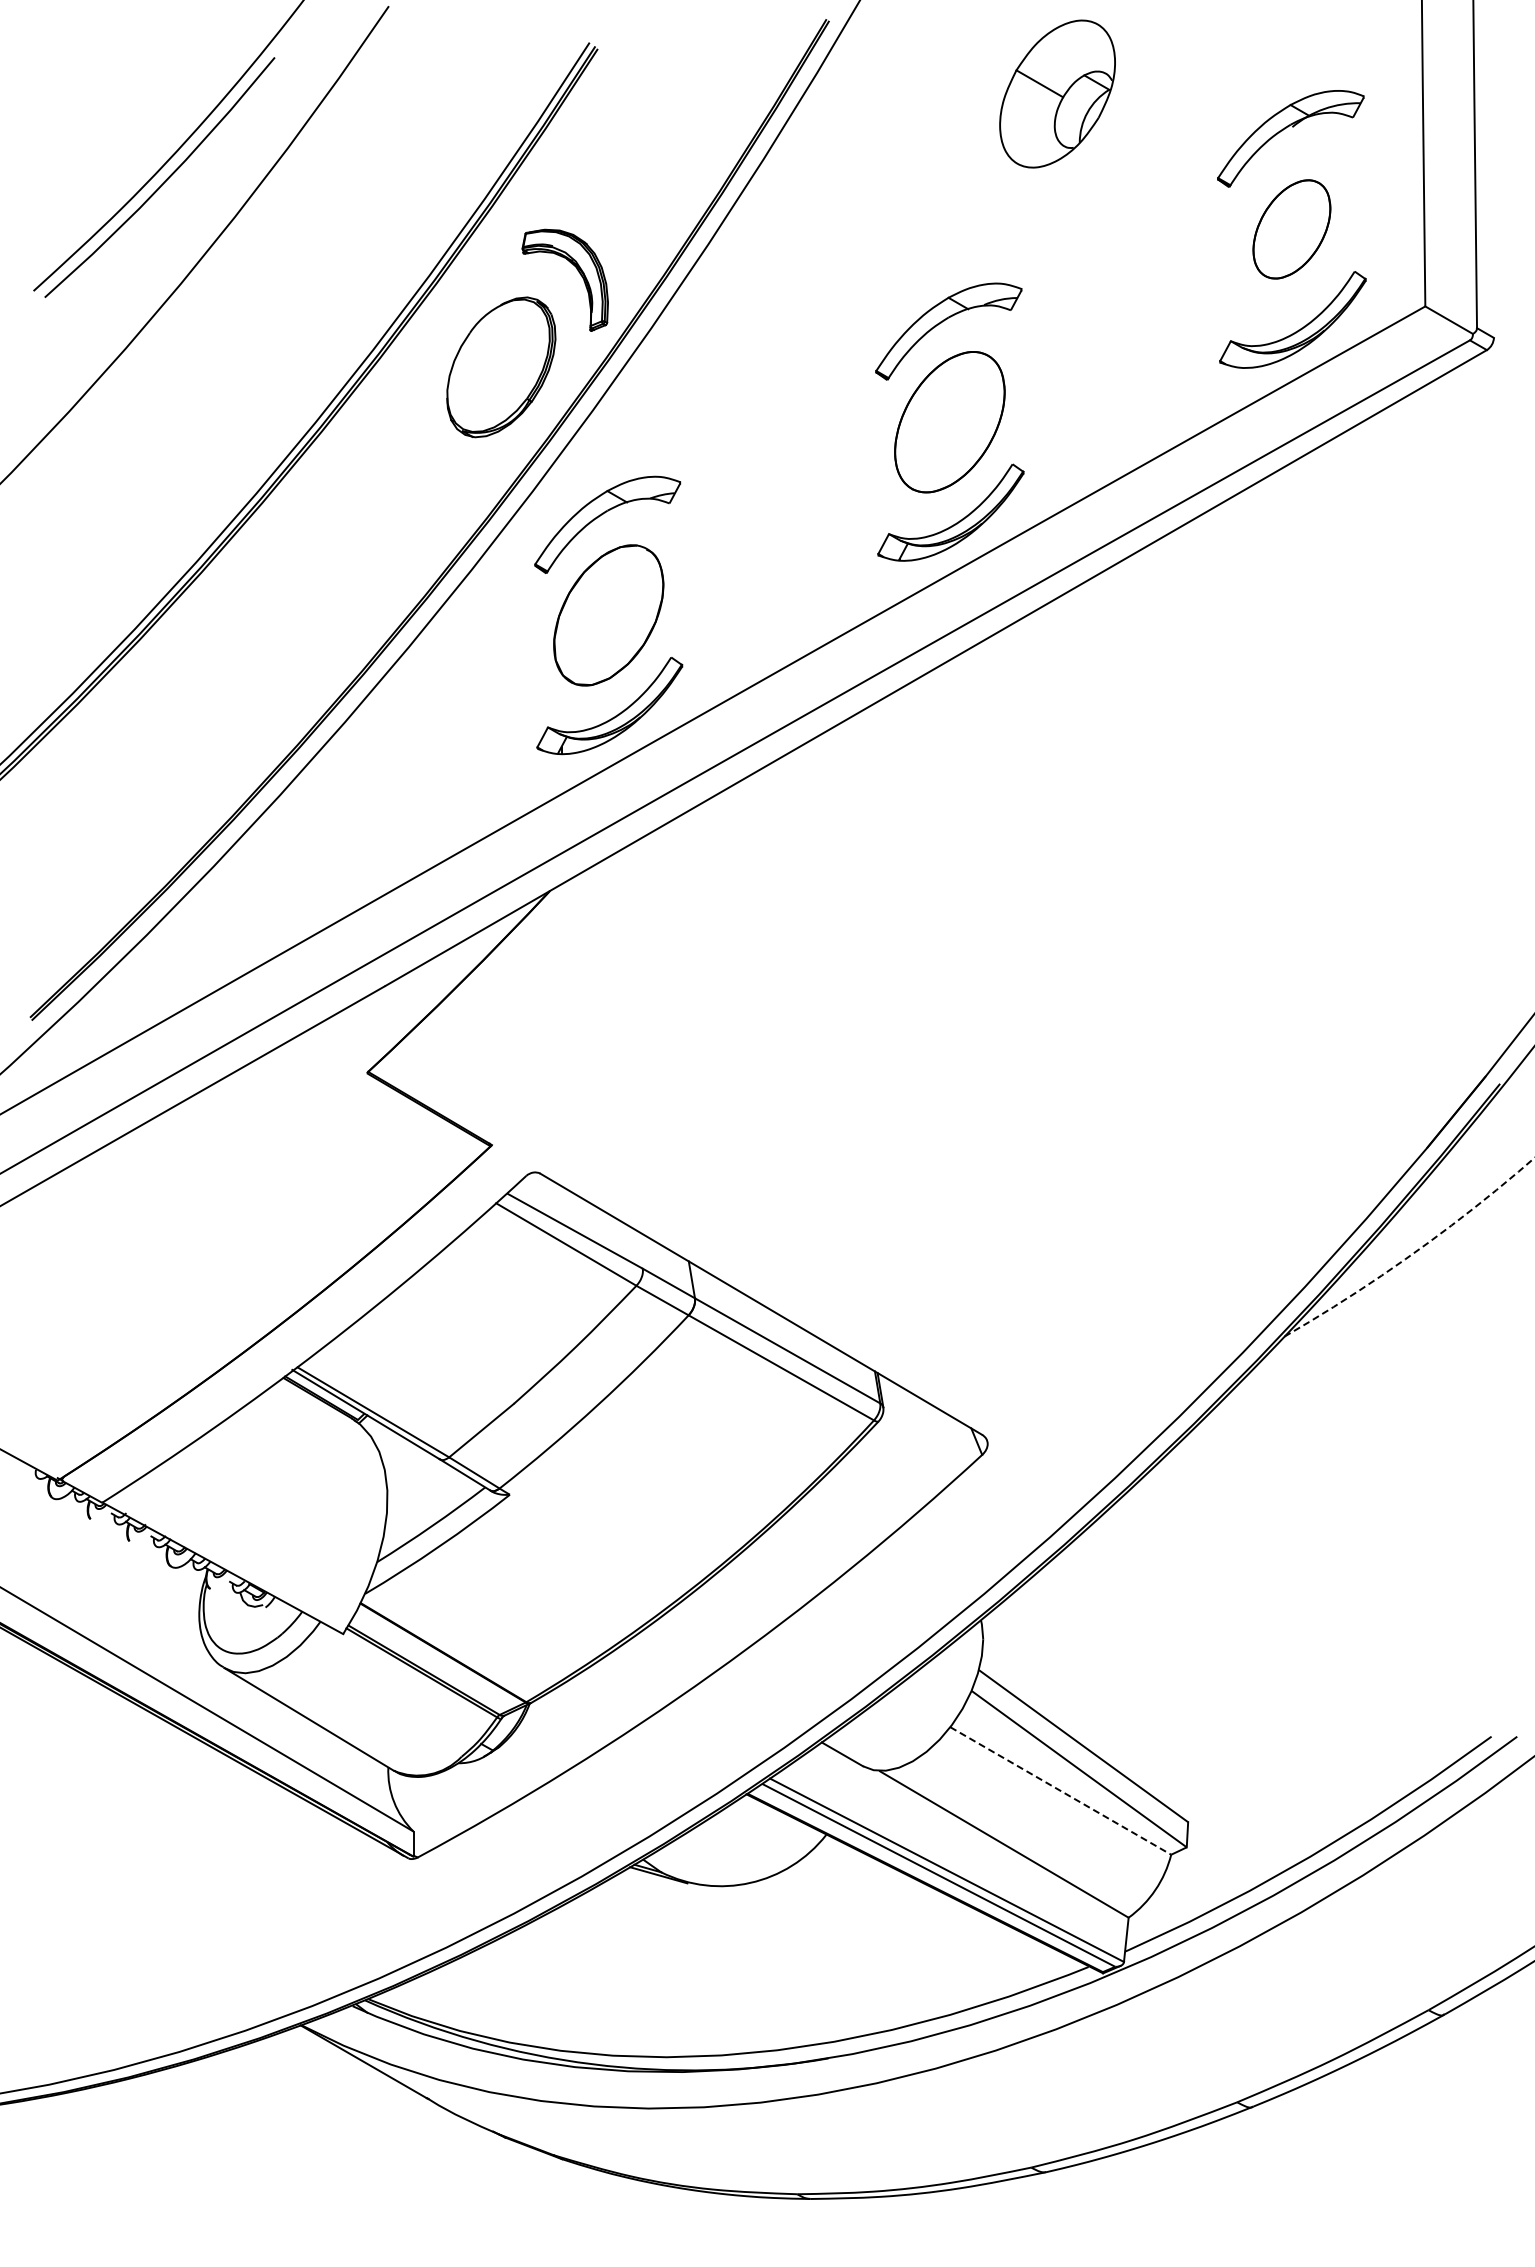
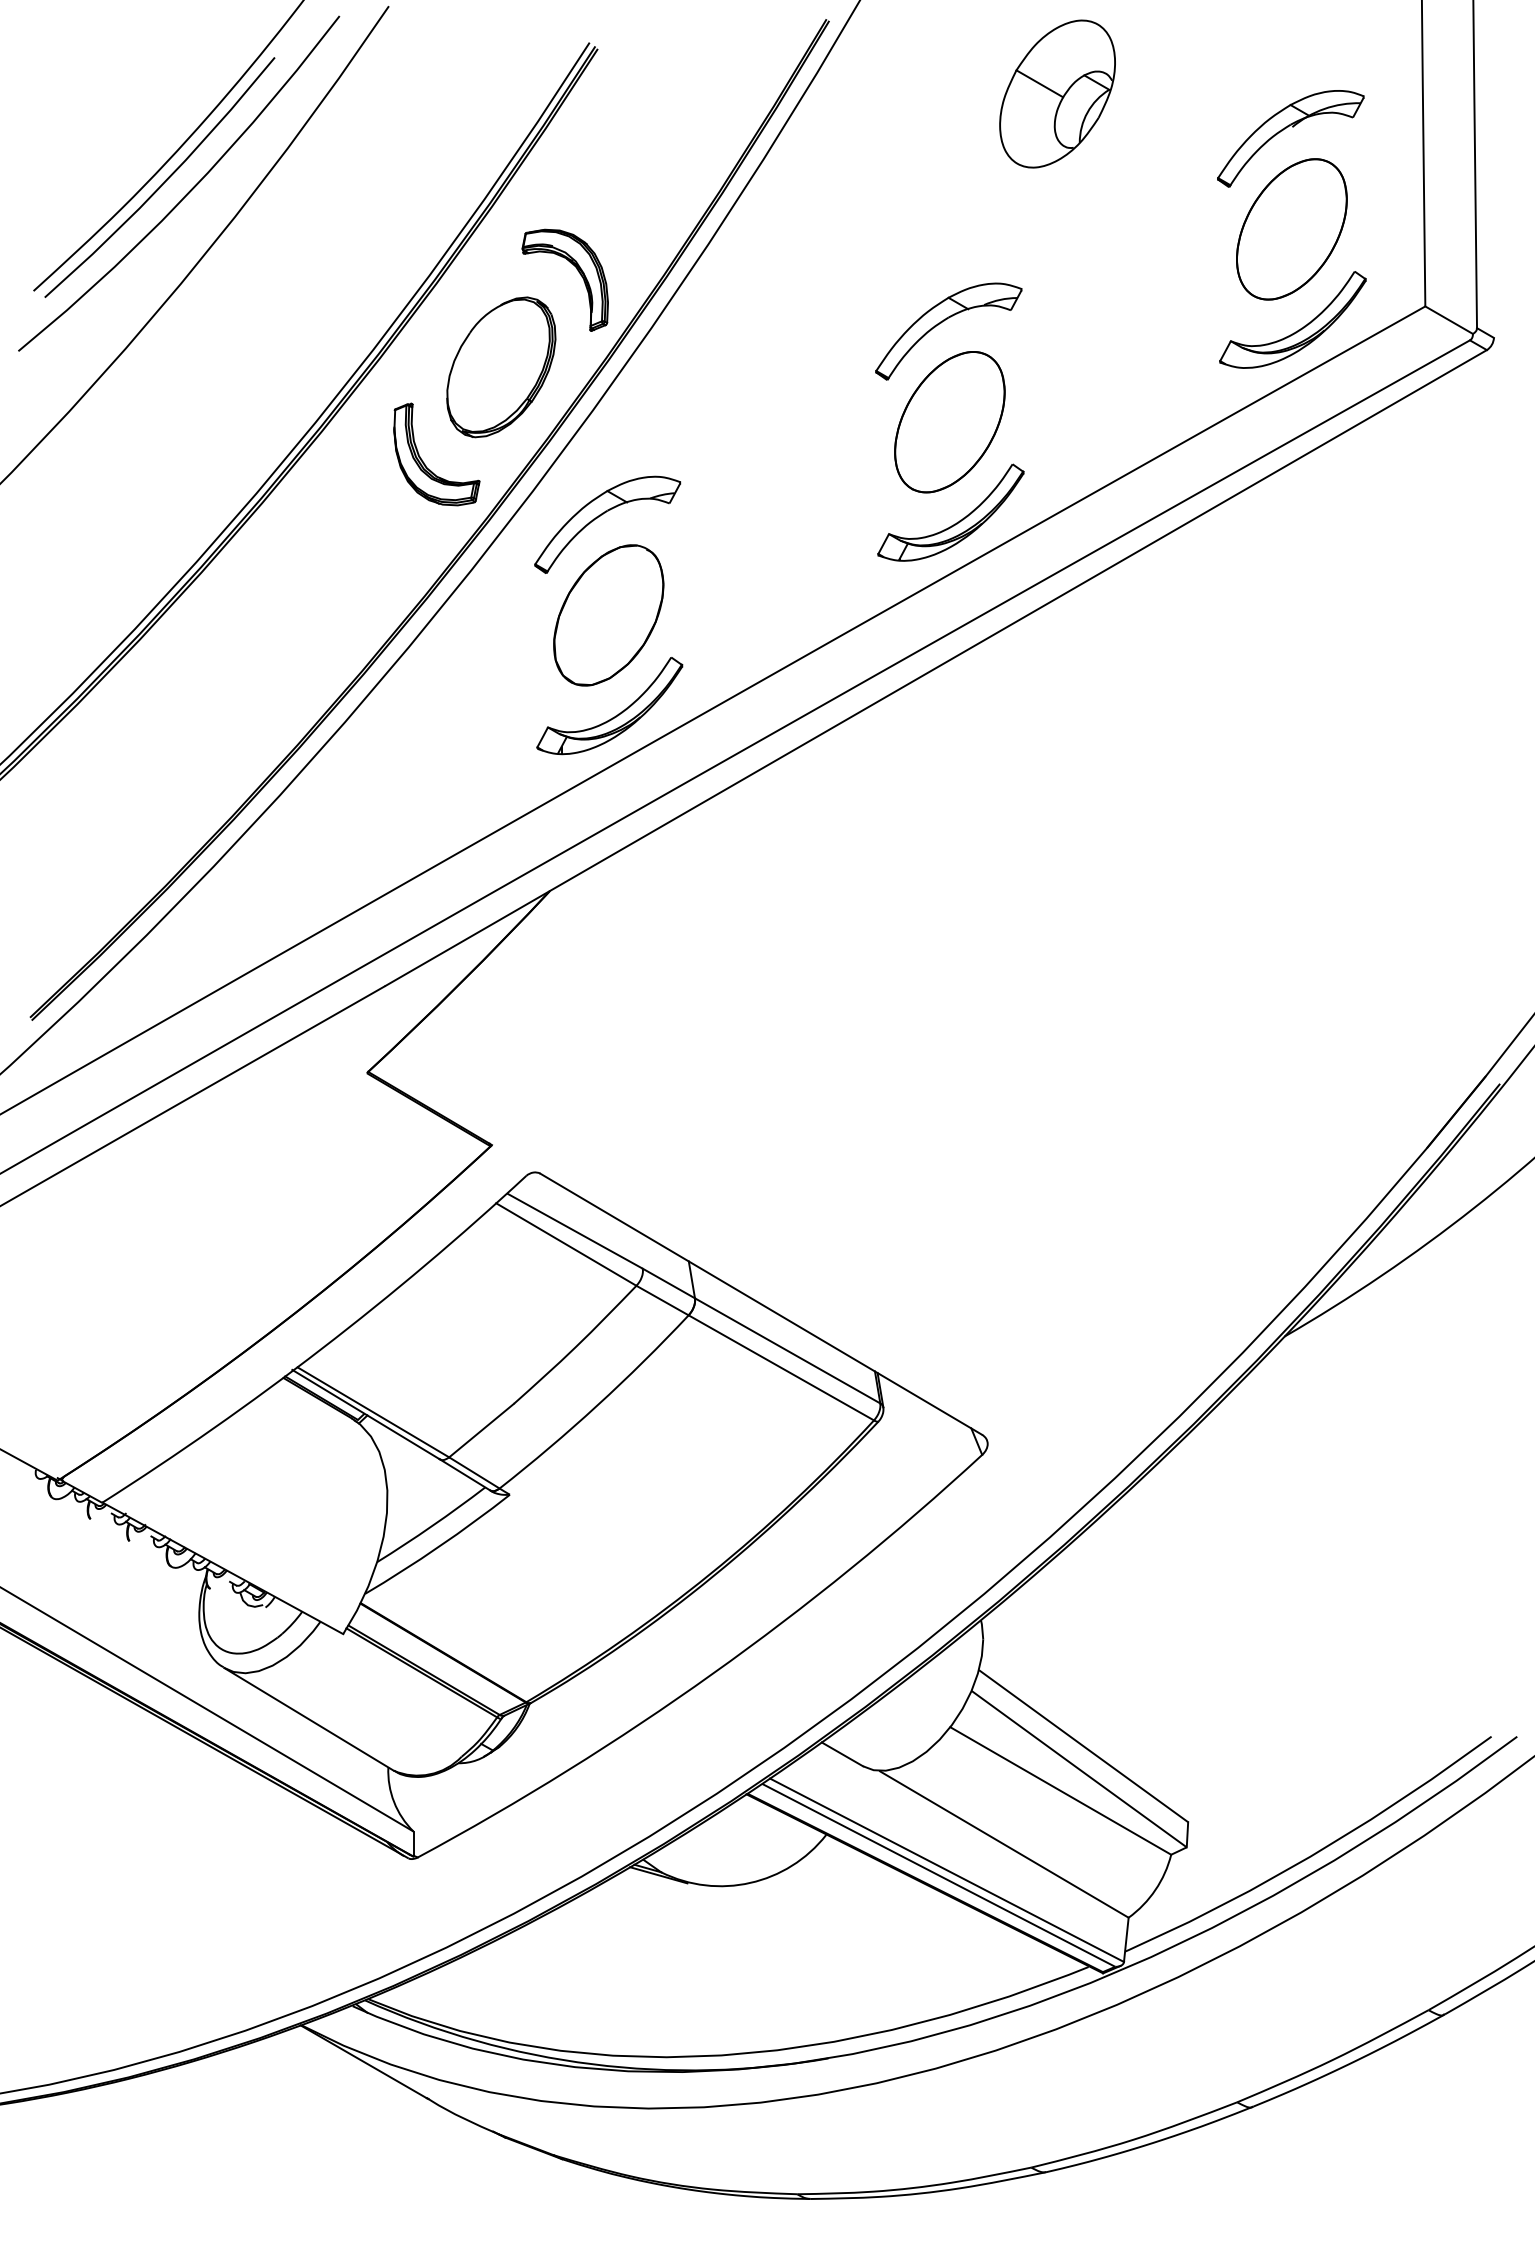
curve at (188, 191): none -> present
part at (1291, 229) size: 80x101 px -> 112x143 px
part at (424, 462): none -> present
arc at (1414, 1253): dashed -> solid
line at (1060, 1790): dashed -> solid
